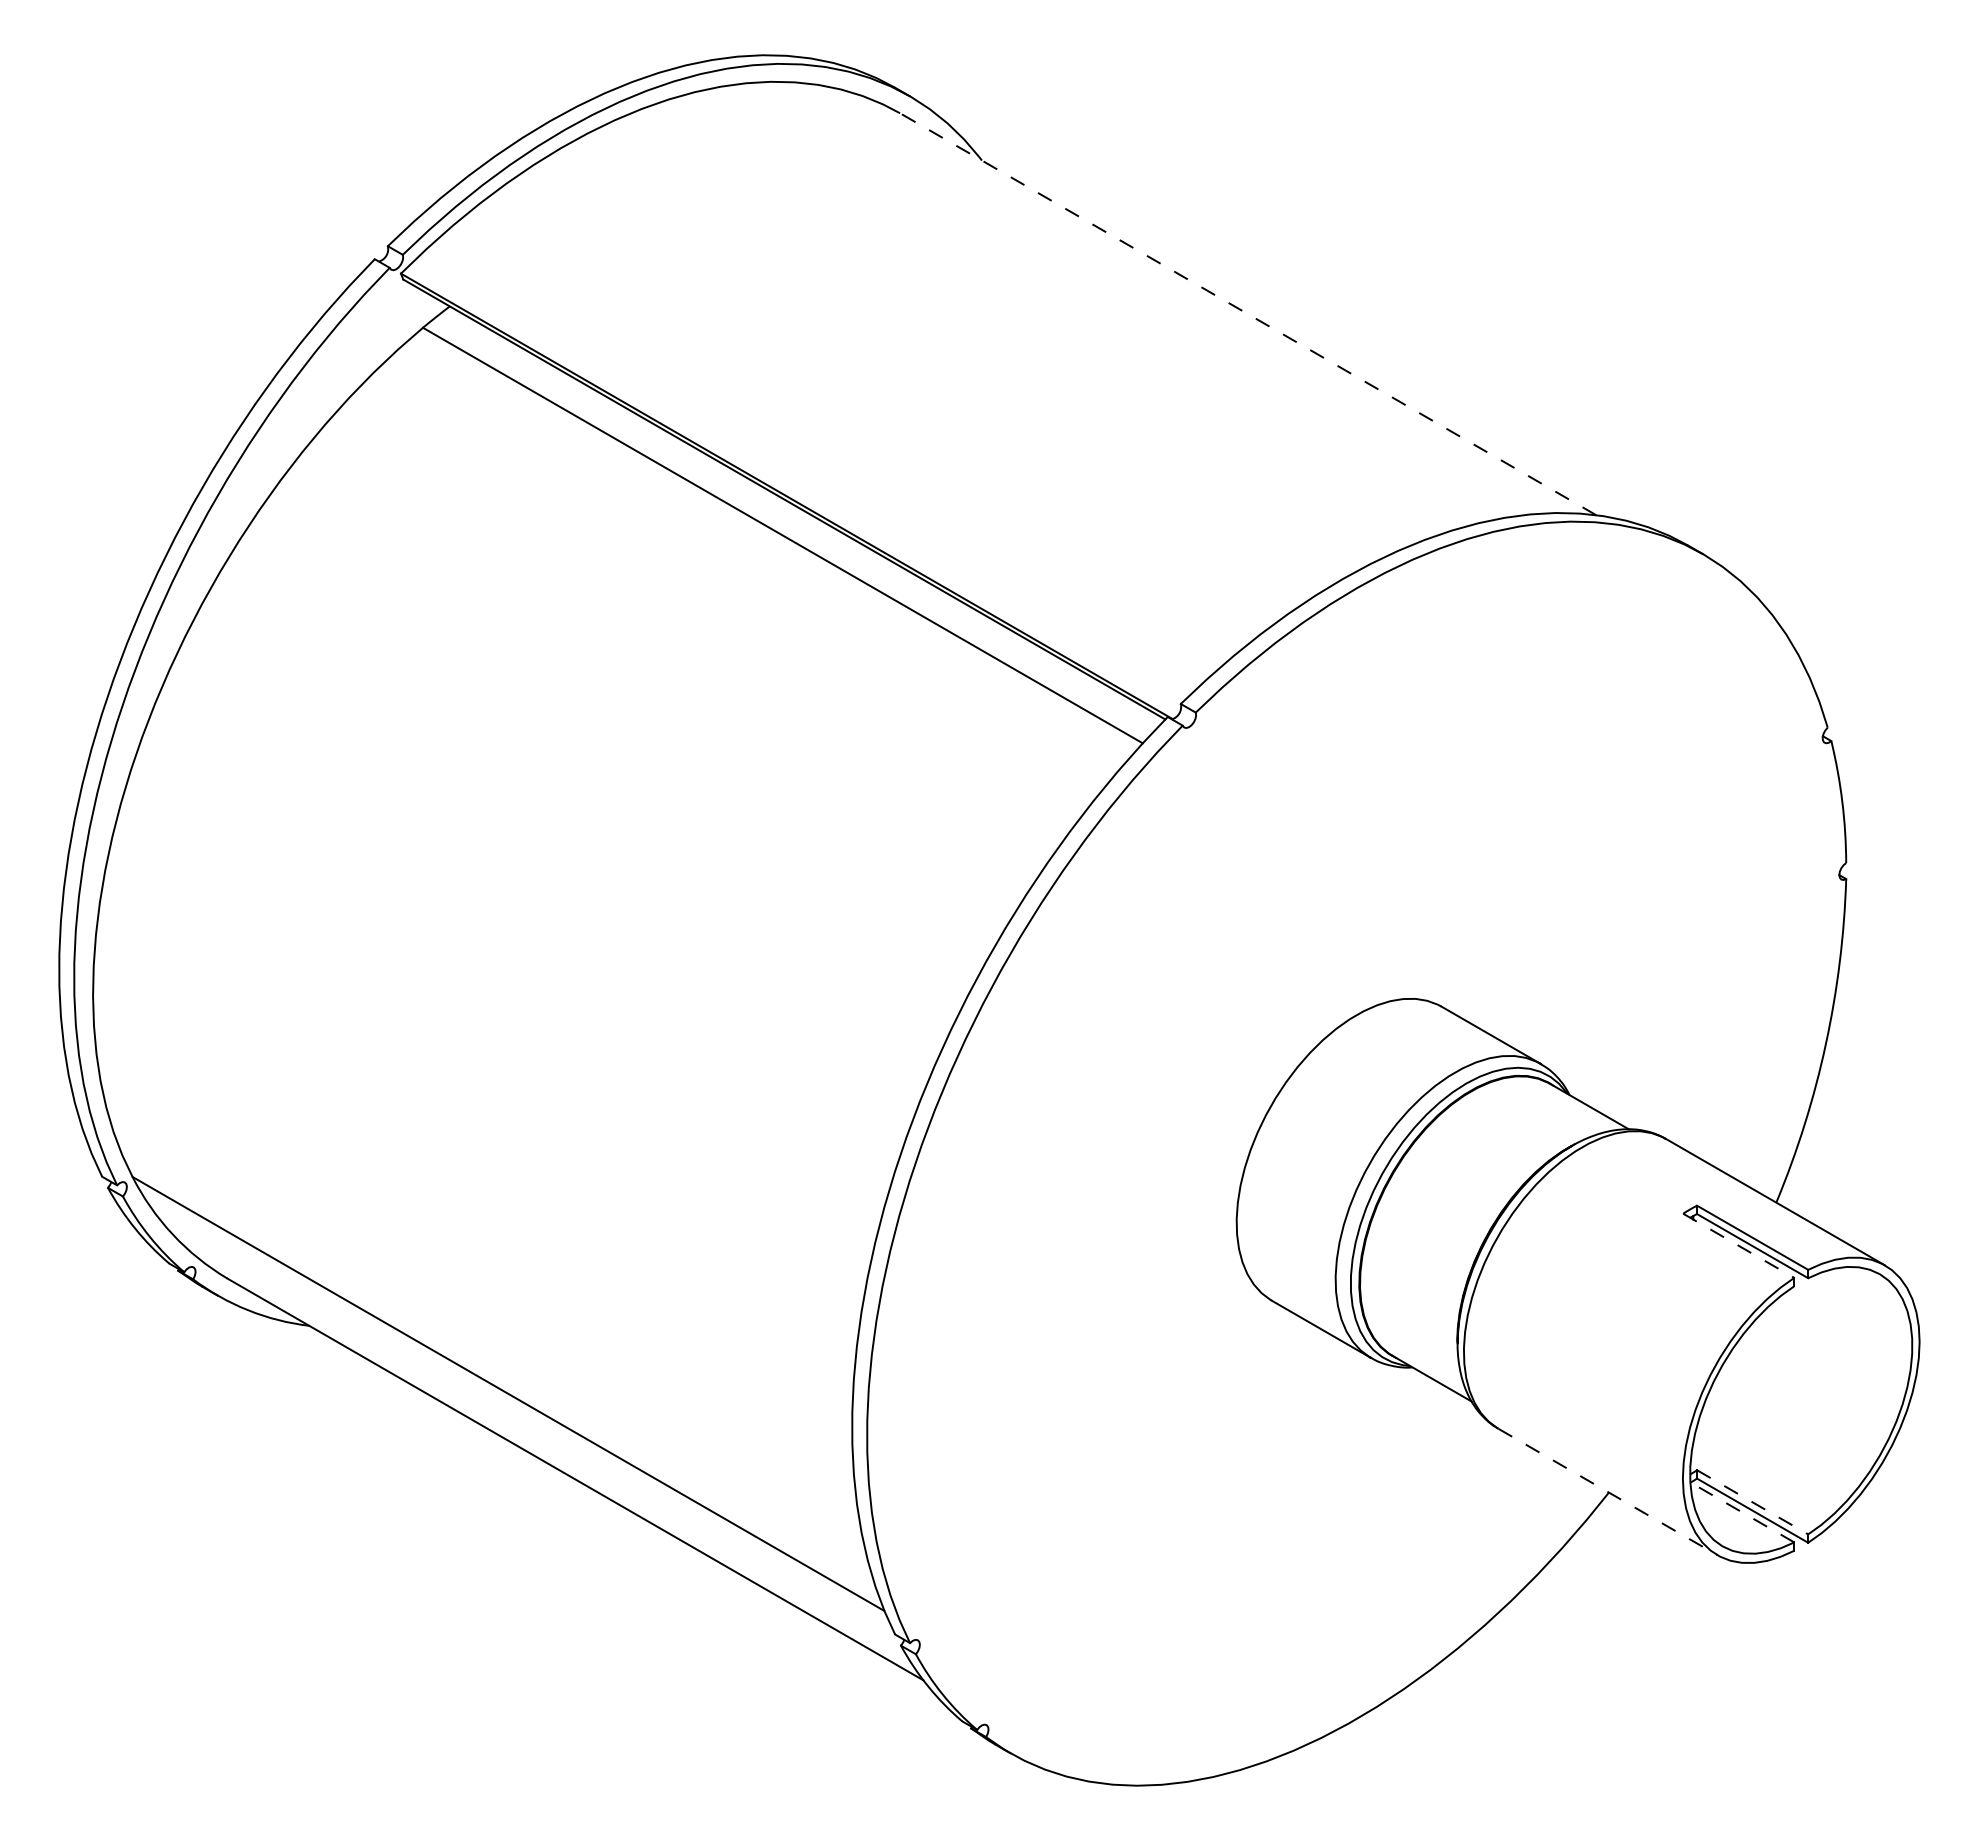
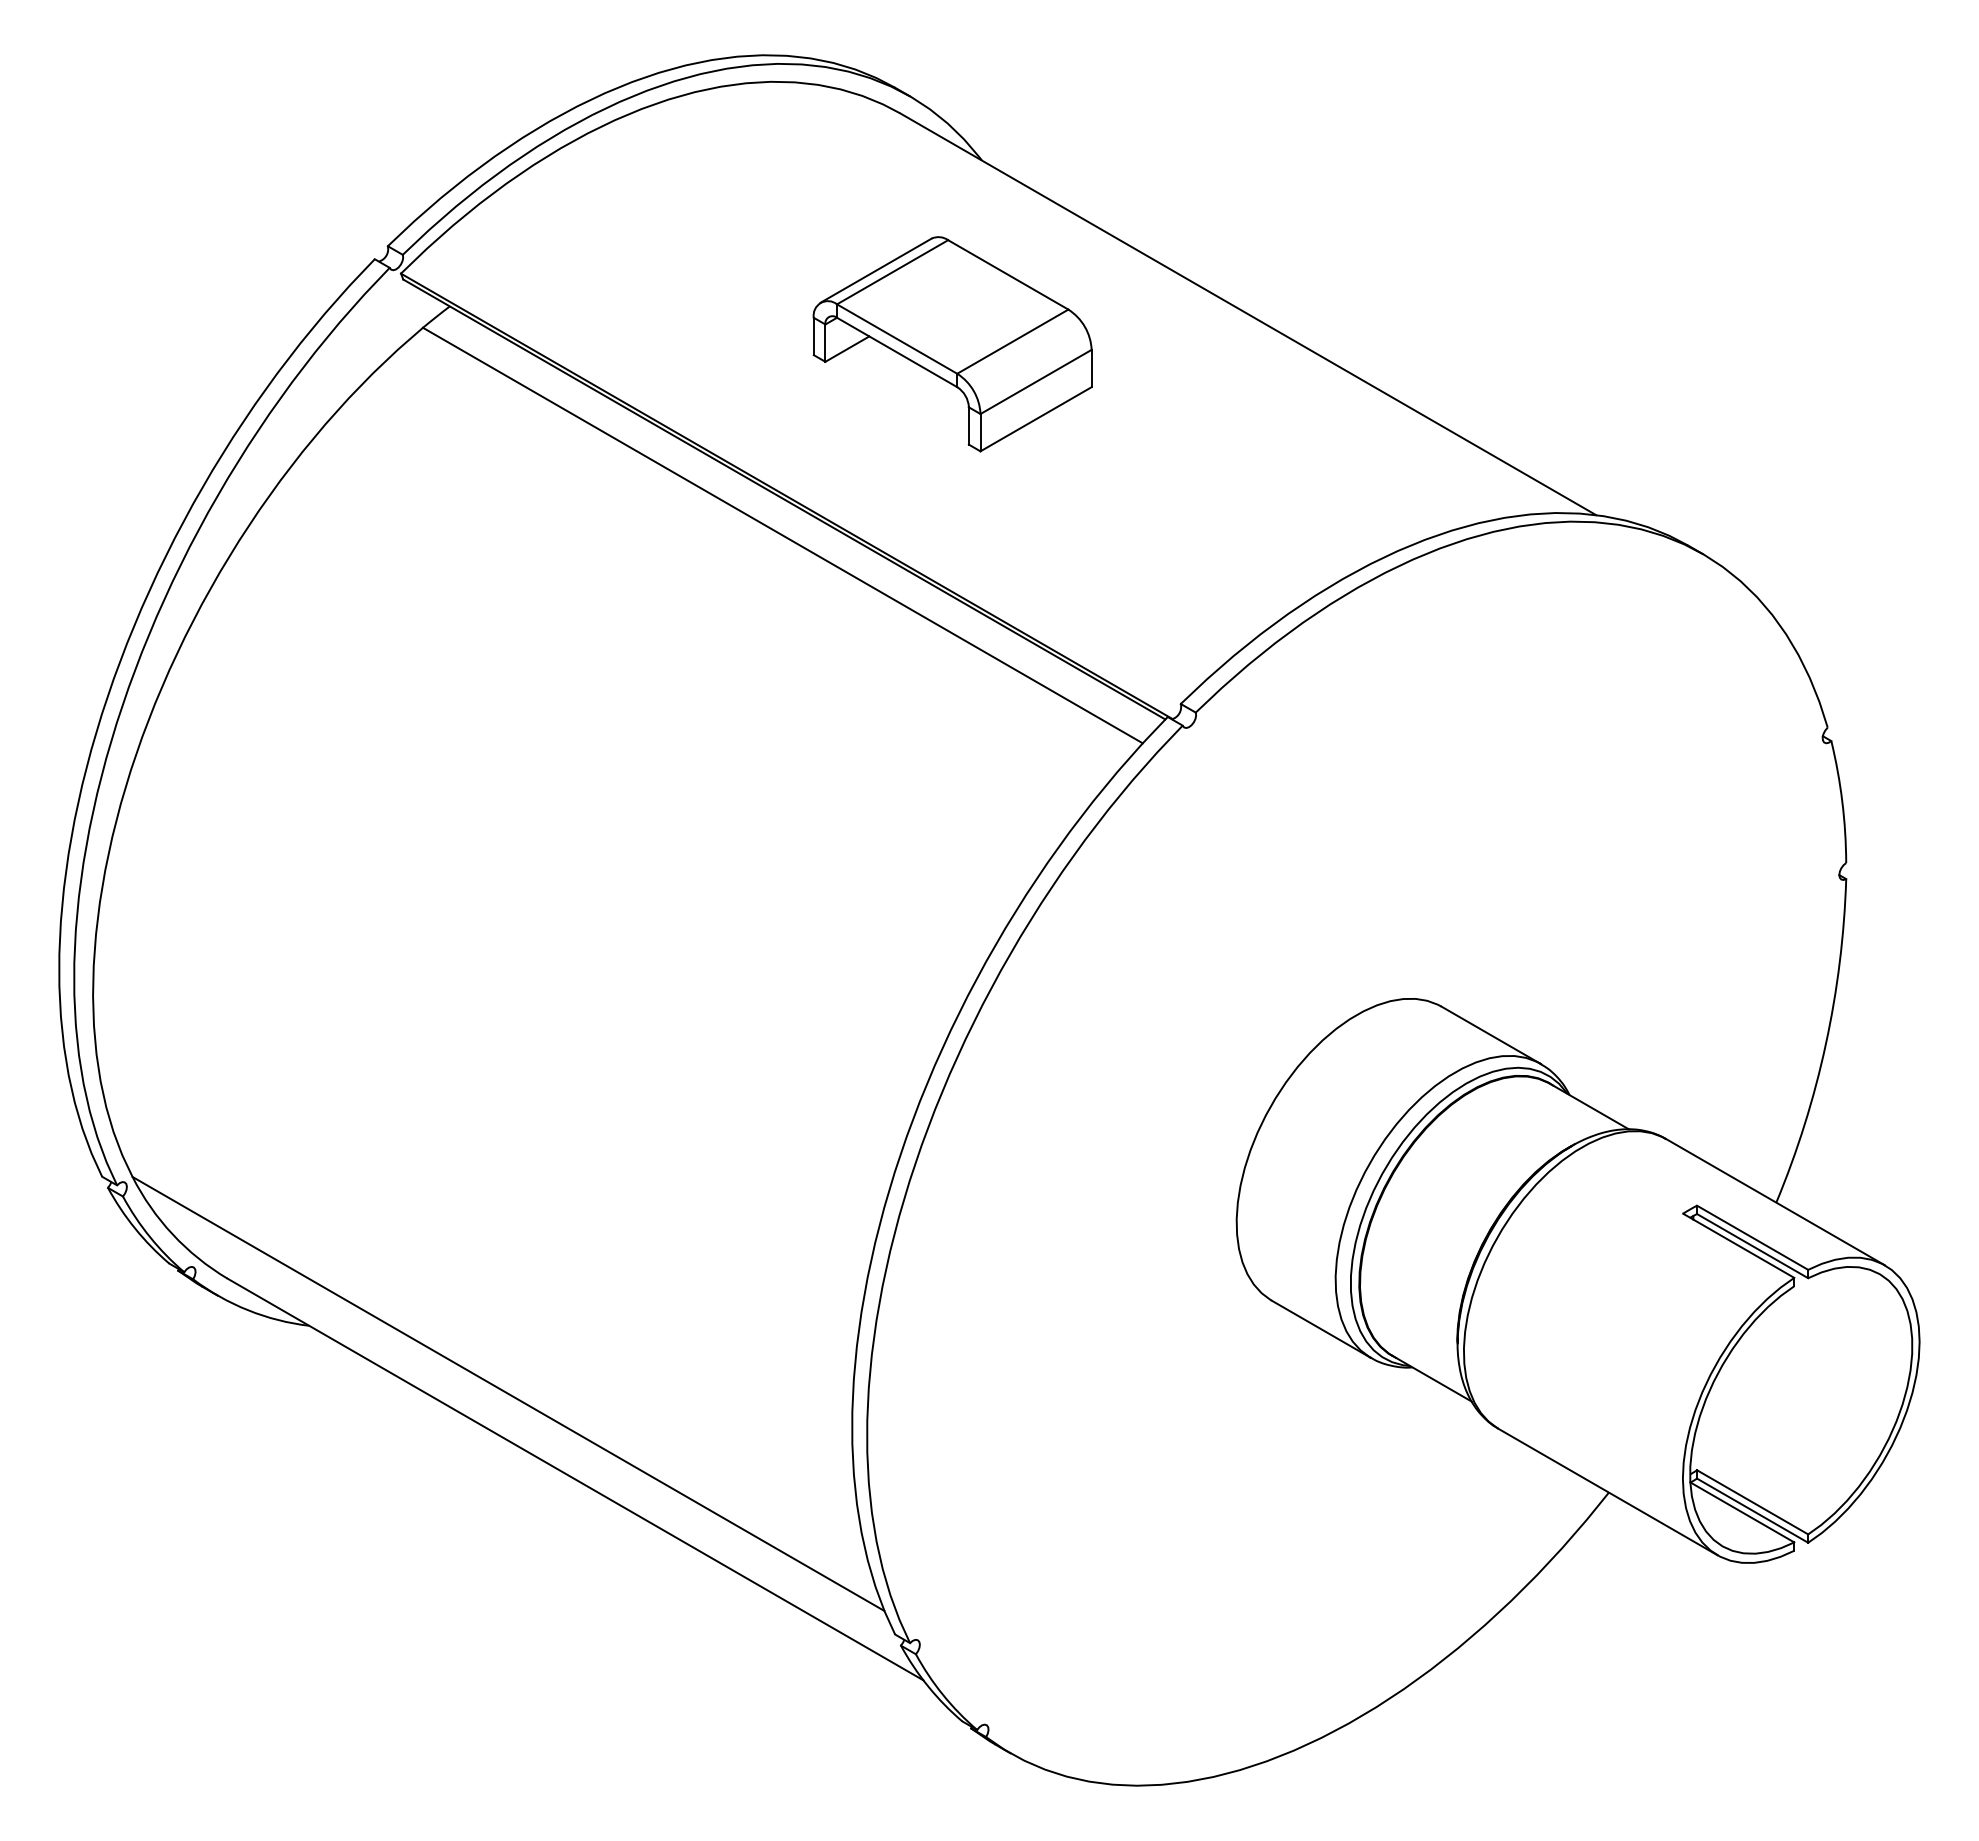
line at (1248, 314): dashed -> solid
part at (952, 344): none -> present
line at (1739, 1246): dashed -> solid
line at (1608, 1492): dashed -> solid
line at (1753, 1502): dashed -> solid
line at (1741, 1512): dashed -> solid
